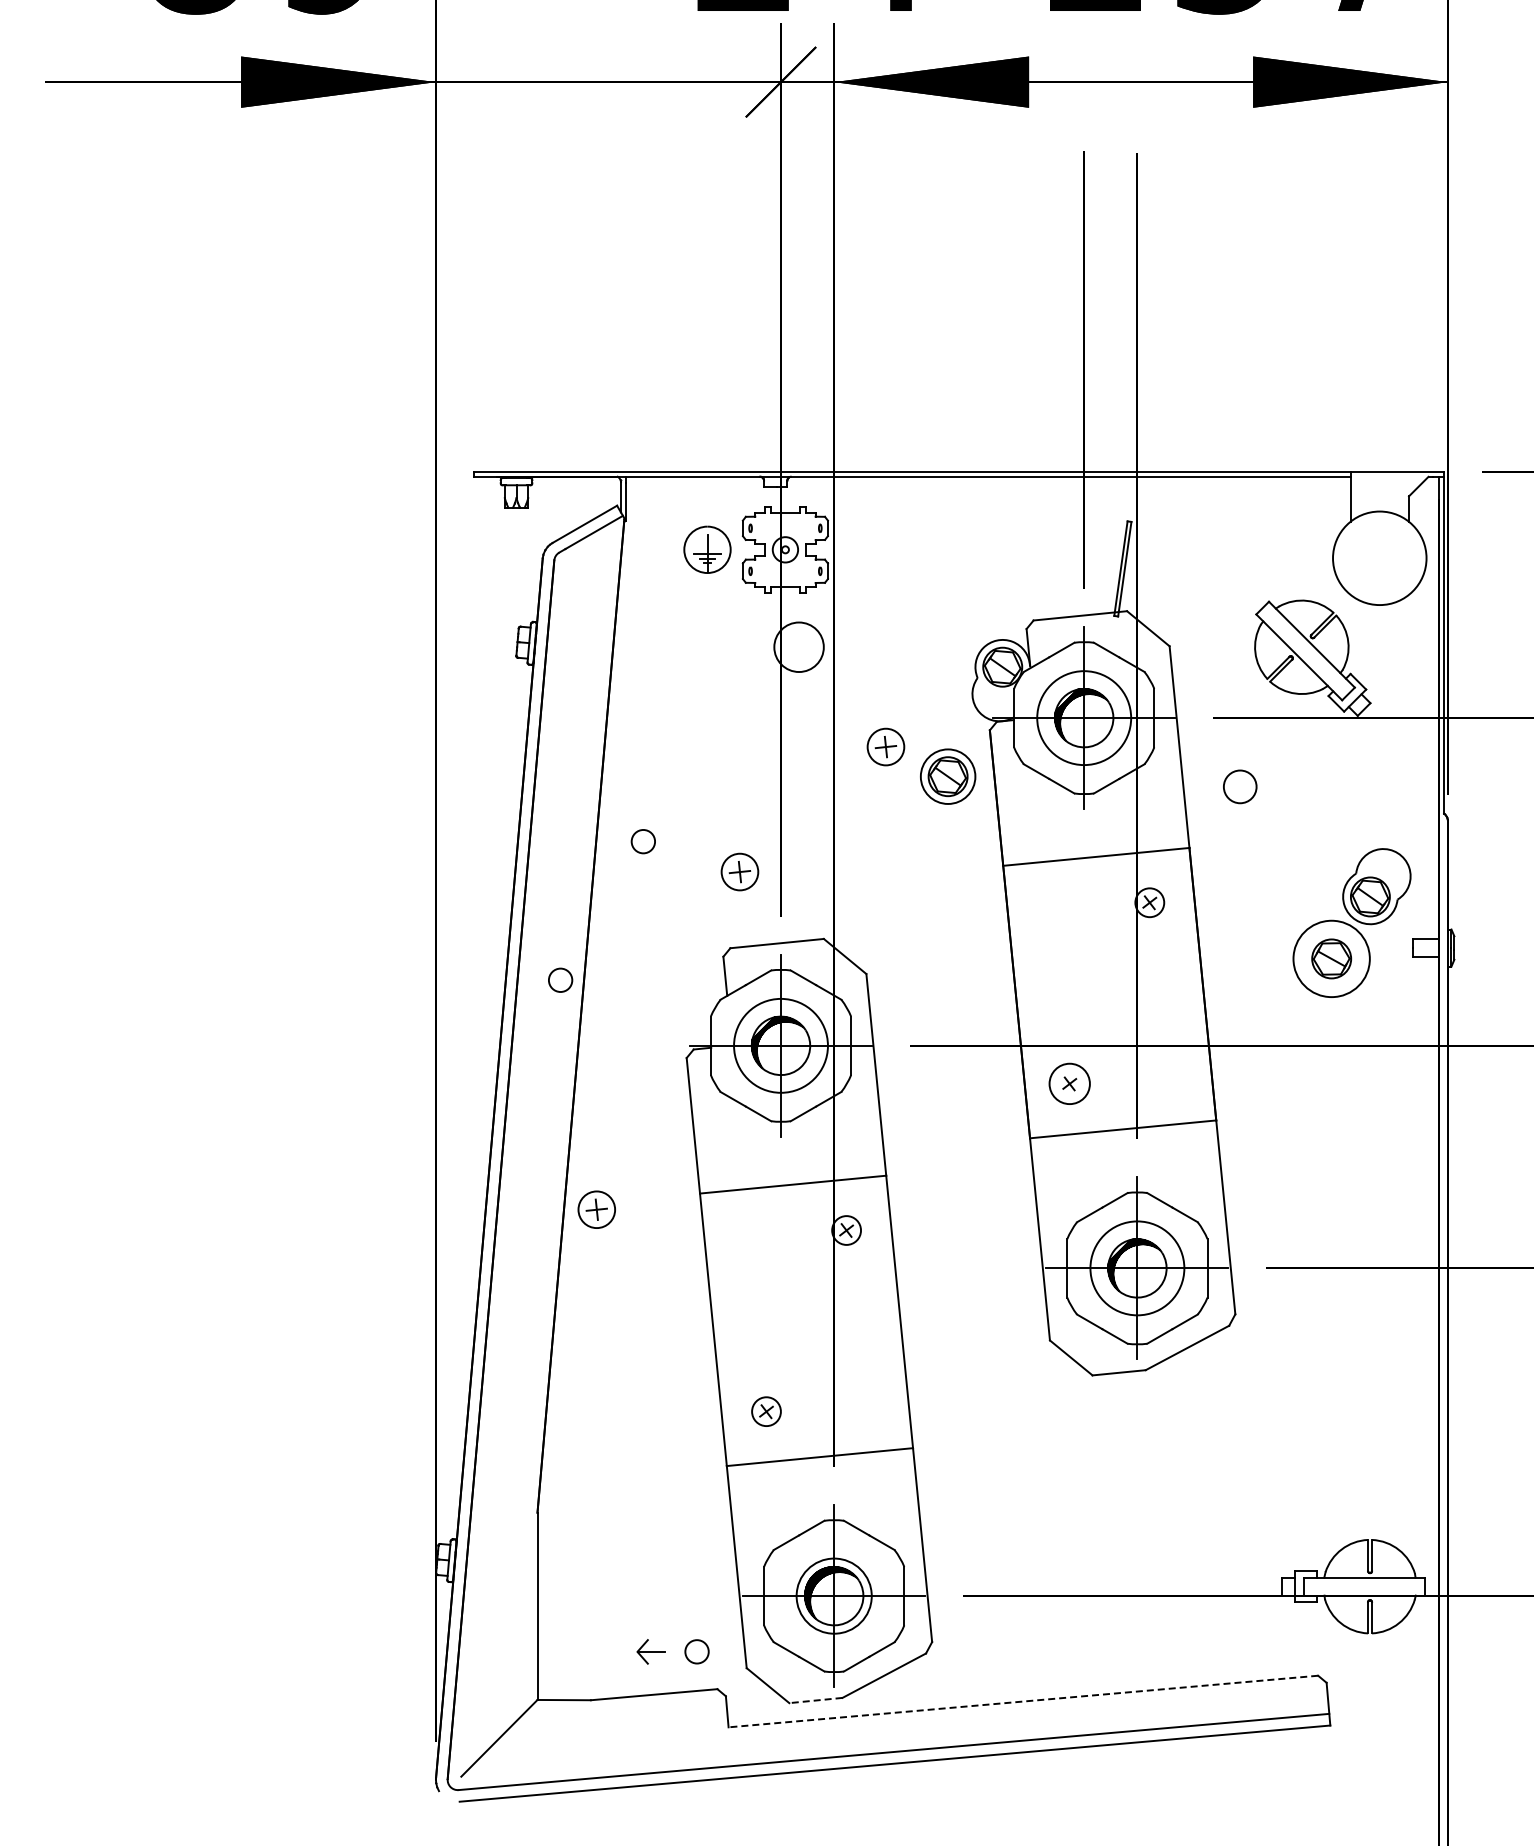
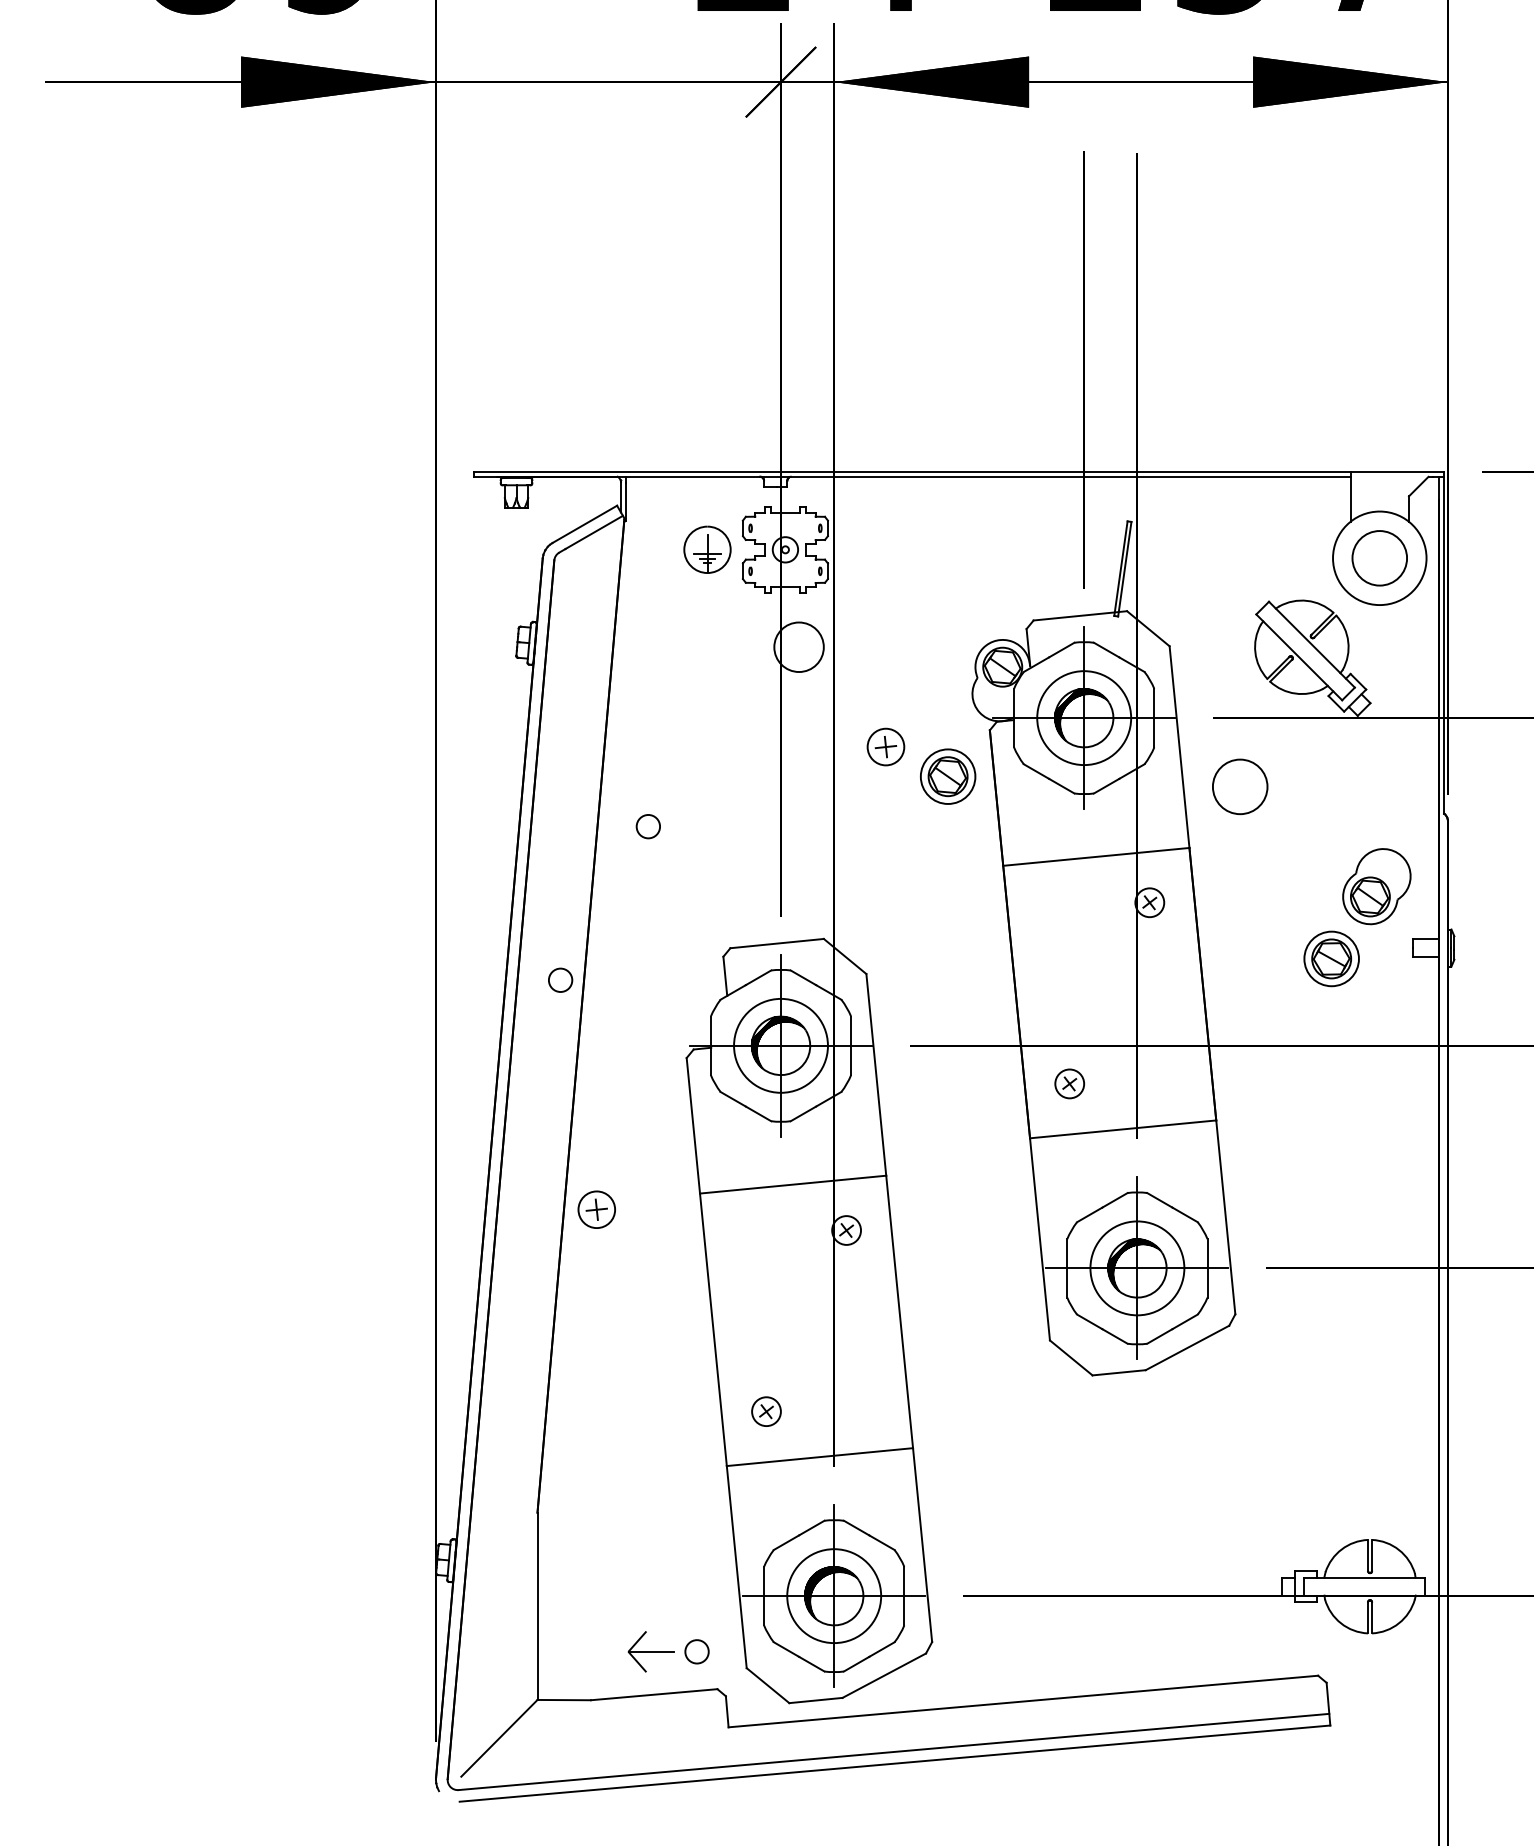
circle at (1379, 558): none -> present
circle at (1239, 786) diameter: 33 px -> 55 px
circle at (642, 841) position: (642, 841) -> (647, 826)
part at (739, 871): present -> none
circle at (1331, 958) diameter: 76 px -> 55 px
circle at (1069, 1083) diameter: 40 px -> 29 px
circle at (833, 1595) diameter: 75 px -> 94 px
part at (650, 1651) size: 30x26 px -> 48x42 px
line at (815, 1700): dashed -> solid
line at (1023, 1701): dashed -> solid
